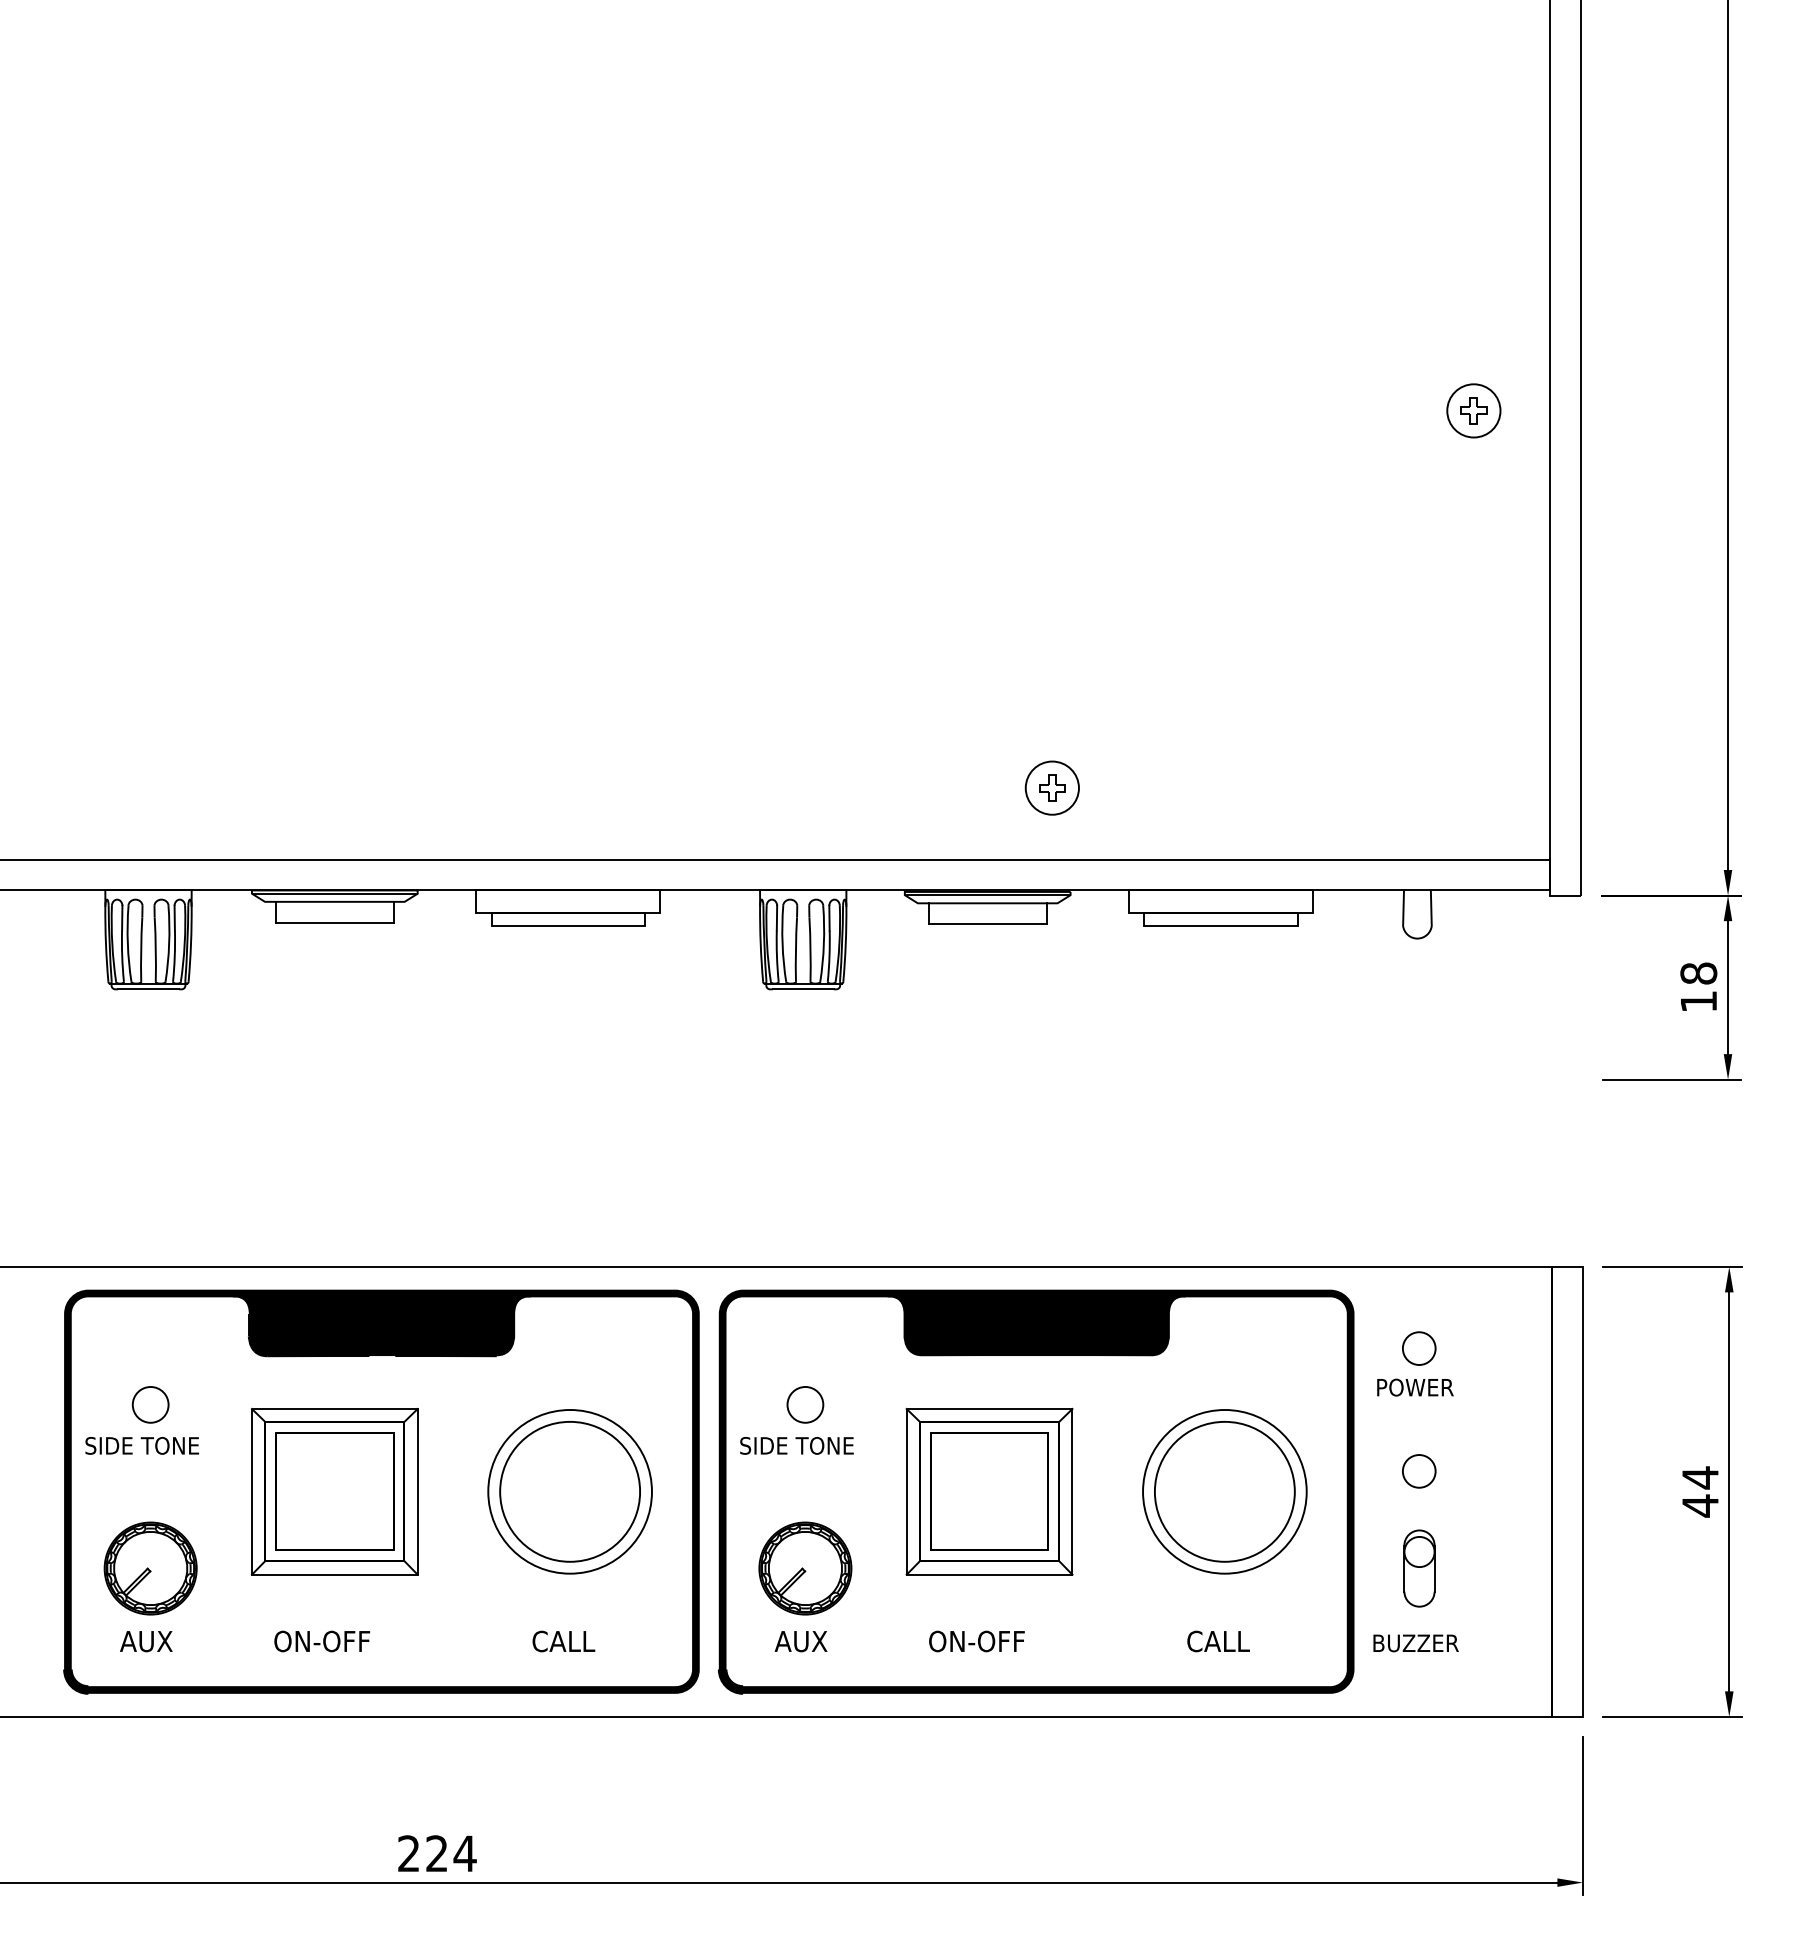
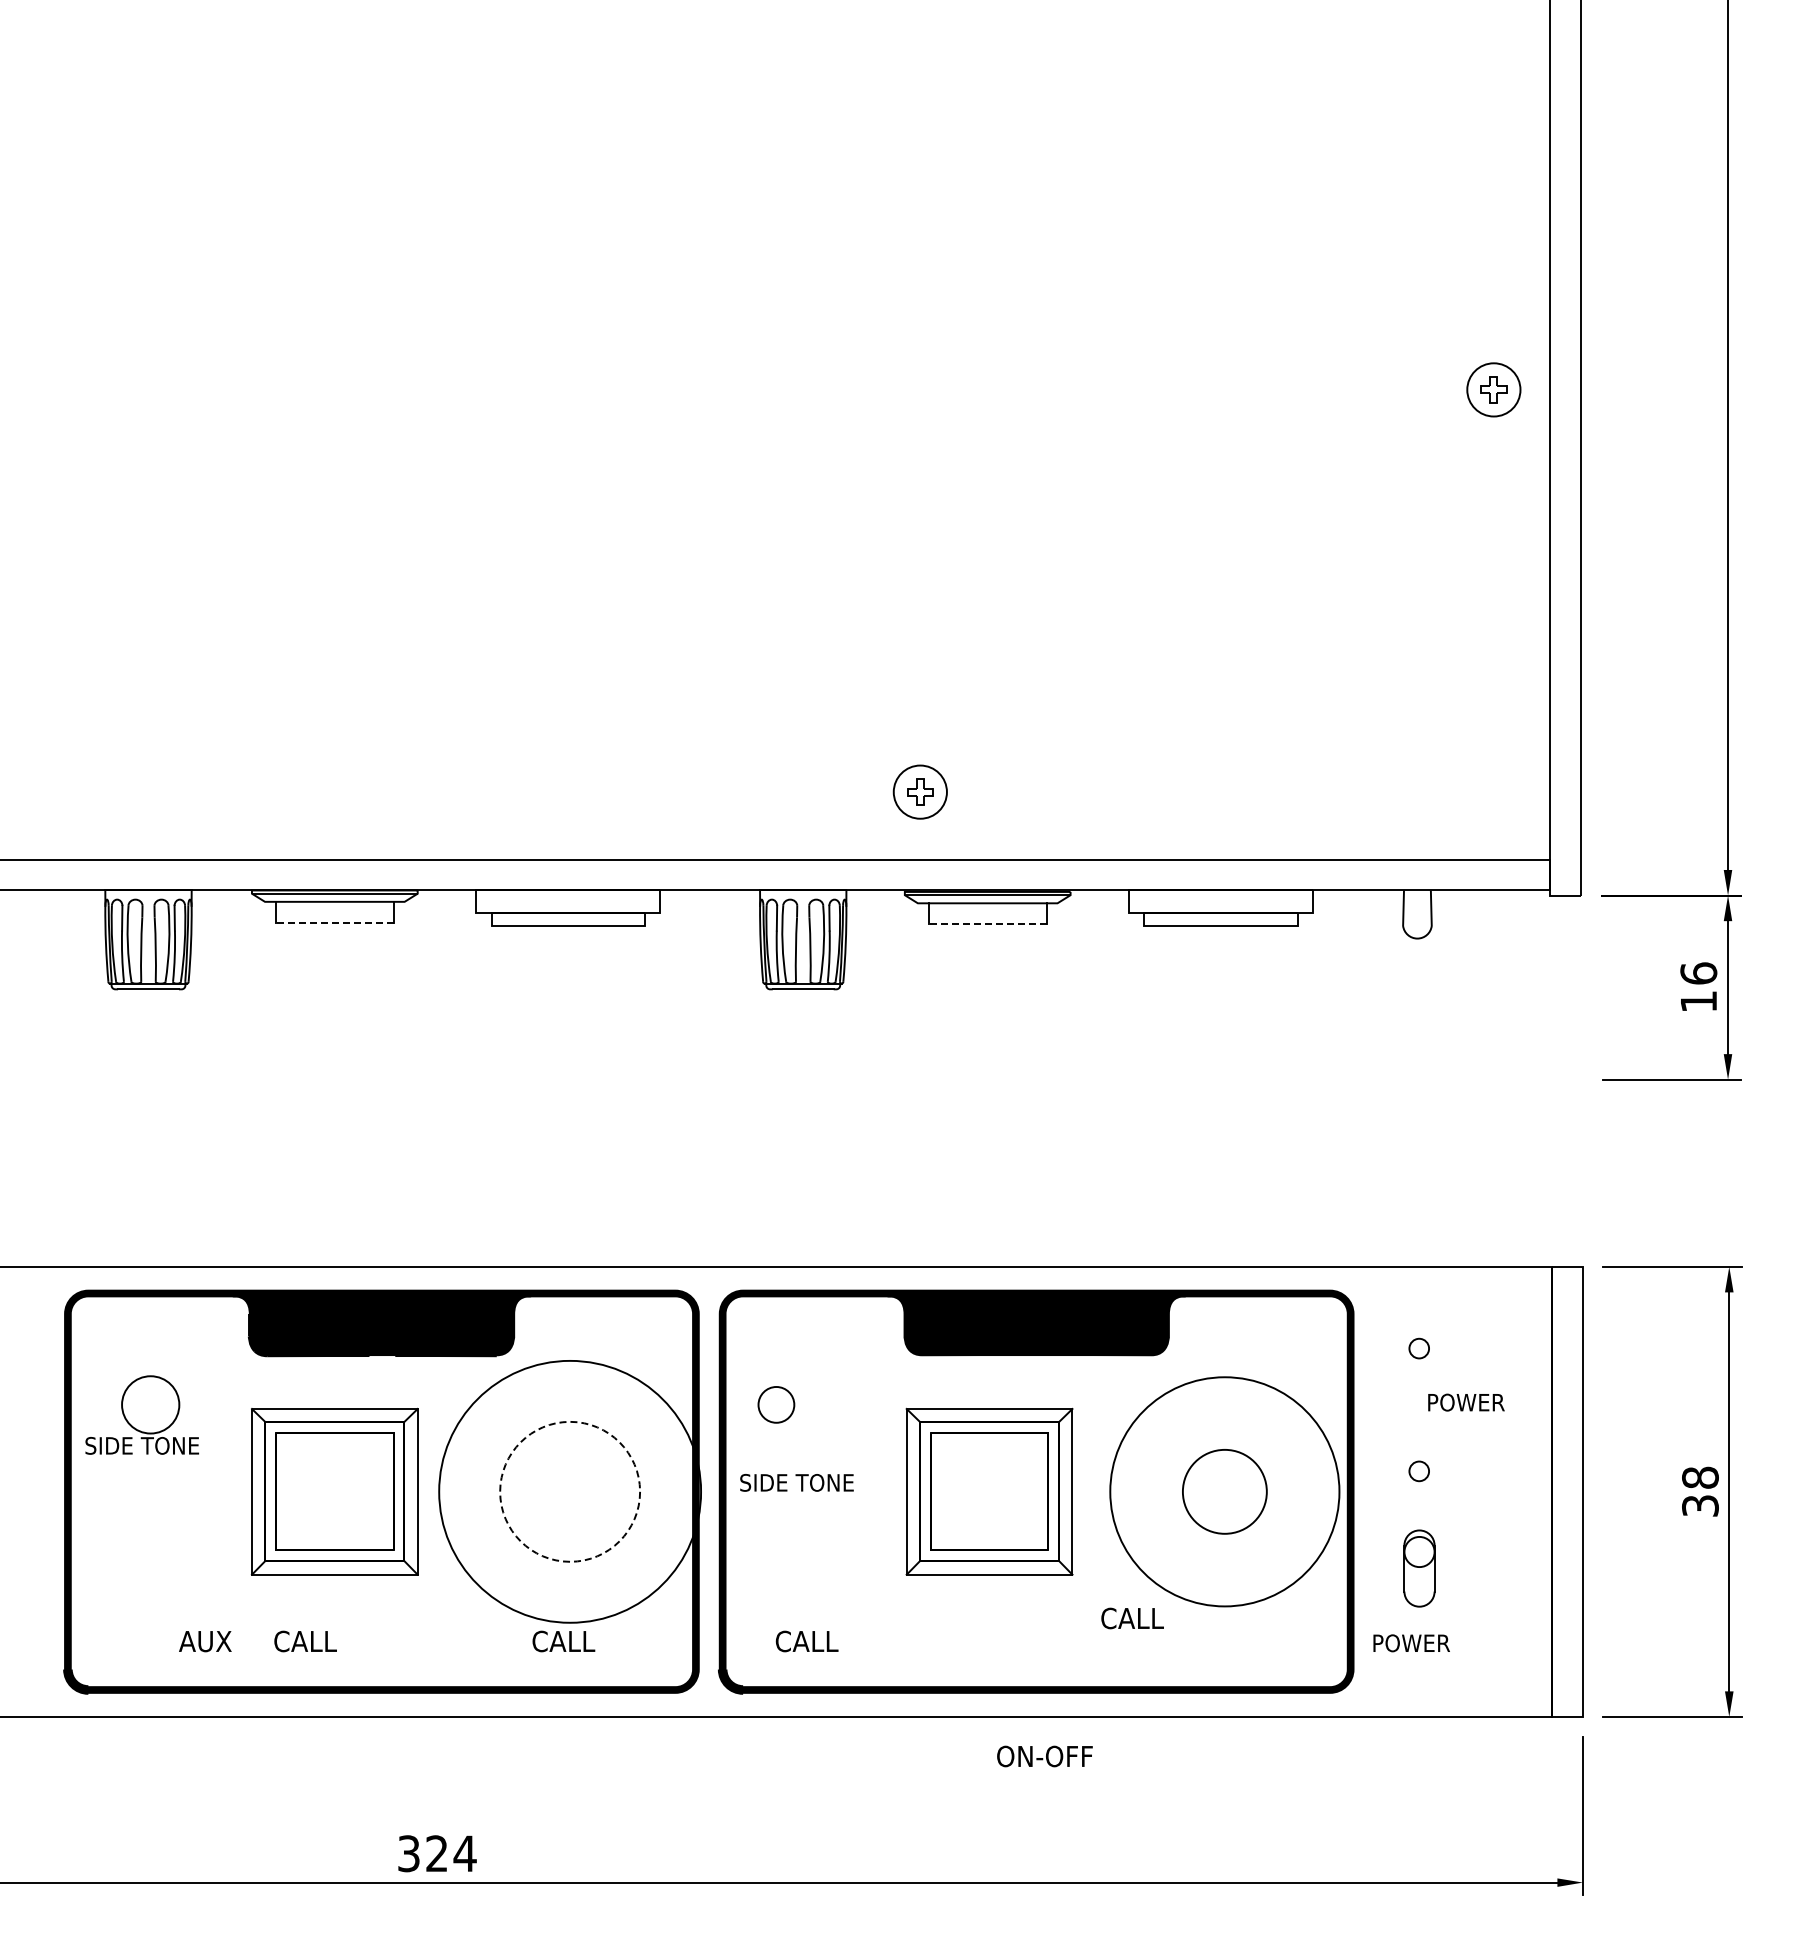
part at (1473, 410) position: (1473, 410) -> (1493, 389)
part at (1051, 787) position: (1051, 787) -> (919, 791)
line at (334, 922): solid -> dashed
line at (987, 924): solid -> dashed
text at (1698, 973): 18 -> 16
circle at (1418, 1348) diameter: 33 px -> 20 px
text at (1415, 1387) position: (1415, 1387) -> (1466, 1402)
circle at (150, 1404) diameter: 36 px -> 57 px
circle at (805, 1404) position: (805, 1404) -> (776, 1404)
text at (796, 1445) position: (796, 1445) -> (796, 1482)
circle at (1418, 1471) diameter: 33 px -> 20 px
circle at (569, 1491) diameter: 164 px -> 262 px
circle at (570, 1491): solid -> dashed
circle at (1224, 1491) diameter: 140 px -> 84 px
circle at (1224, 1491) diameter: 164 px -> 229 px
text at (1700, 1491): 44 -> 38
part at (150, 1568): present -> none
part at (805, 1568): present -> none
text at (146, 1641) position: (146, 1641) -> (205, 1641)
text at (325, 1641): ON-OFF -> CALL
text at (806, 1641): AUX -> CALL
text at (976, 1641) position: (976, 1641) -> (1044, 1756)
text at (1218, 1641) position: (1218, 1641) -> (1132, 1618)
text at (1416, 1643): BUZZER -> POWER
text at (408, 1853): 224 -> 324
